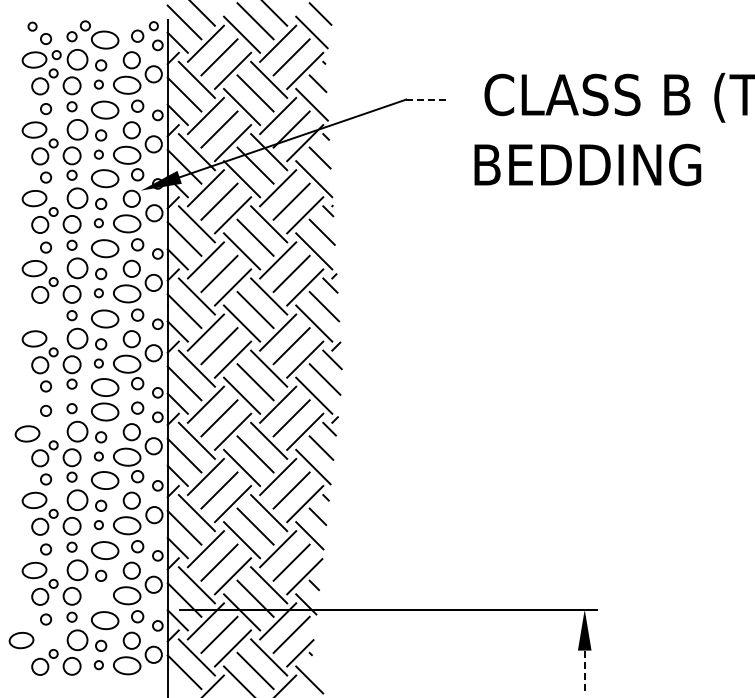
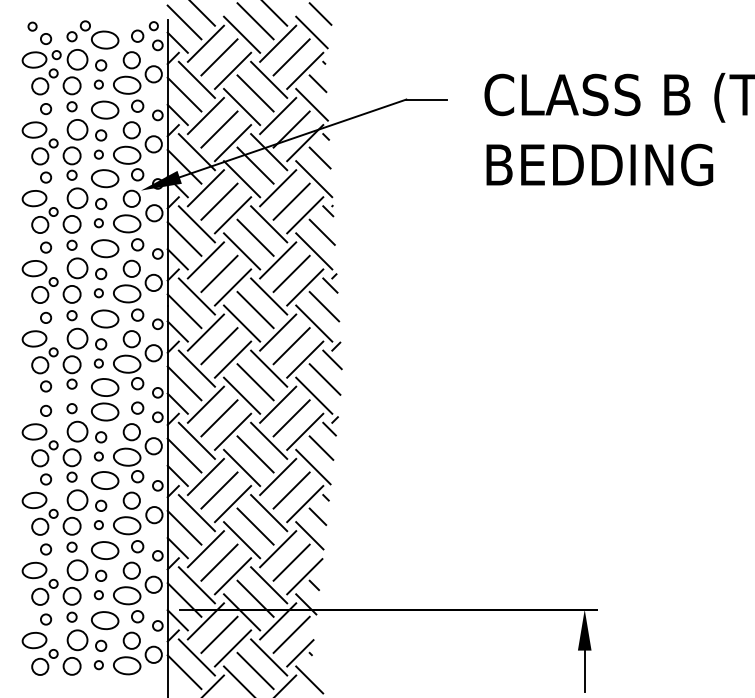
line at (427, 99): dashed -> solid
text at (587, 164) position: (587, 164) -> (599, 164)
circle at (46, 317): none -> present
part at (27, 433) position: (27, 433) -> (34, 431)
circle at (98, 595): none -> present
part at (21, 640) position: (21, 640) -> (34, 640)
line at (584, 671): dashed -> solid
